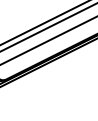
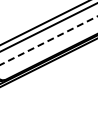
line at (48, 40): solid -> dashed
